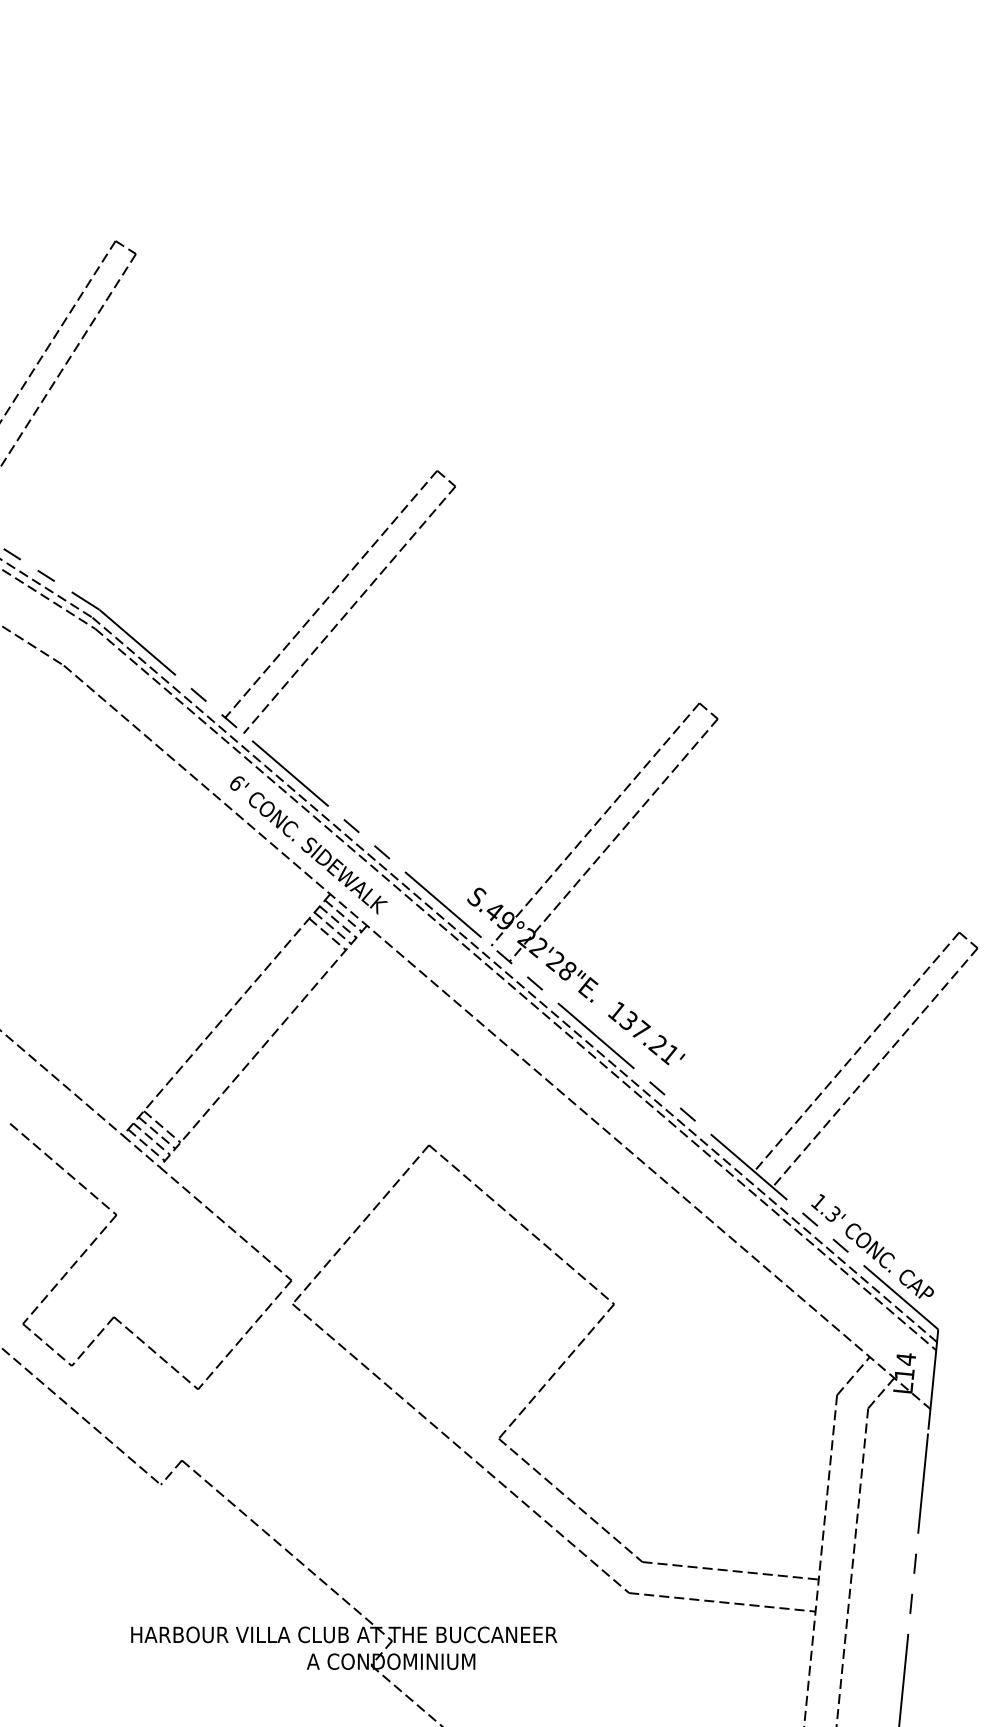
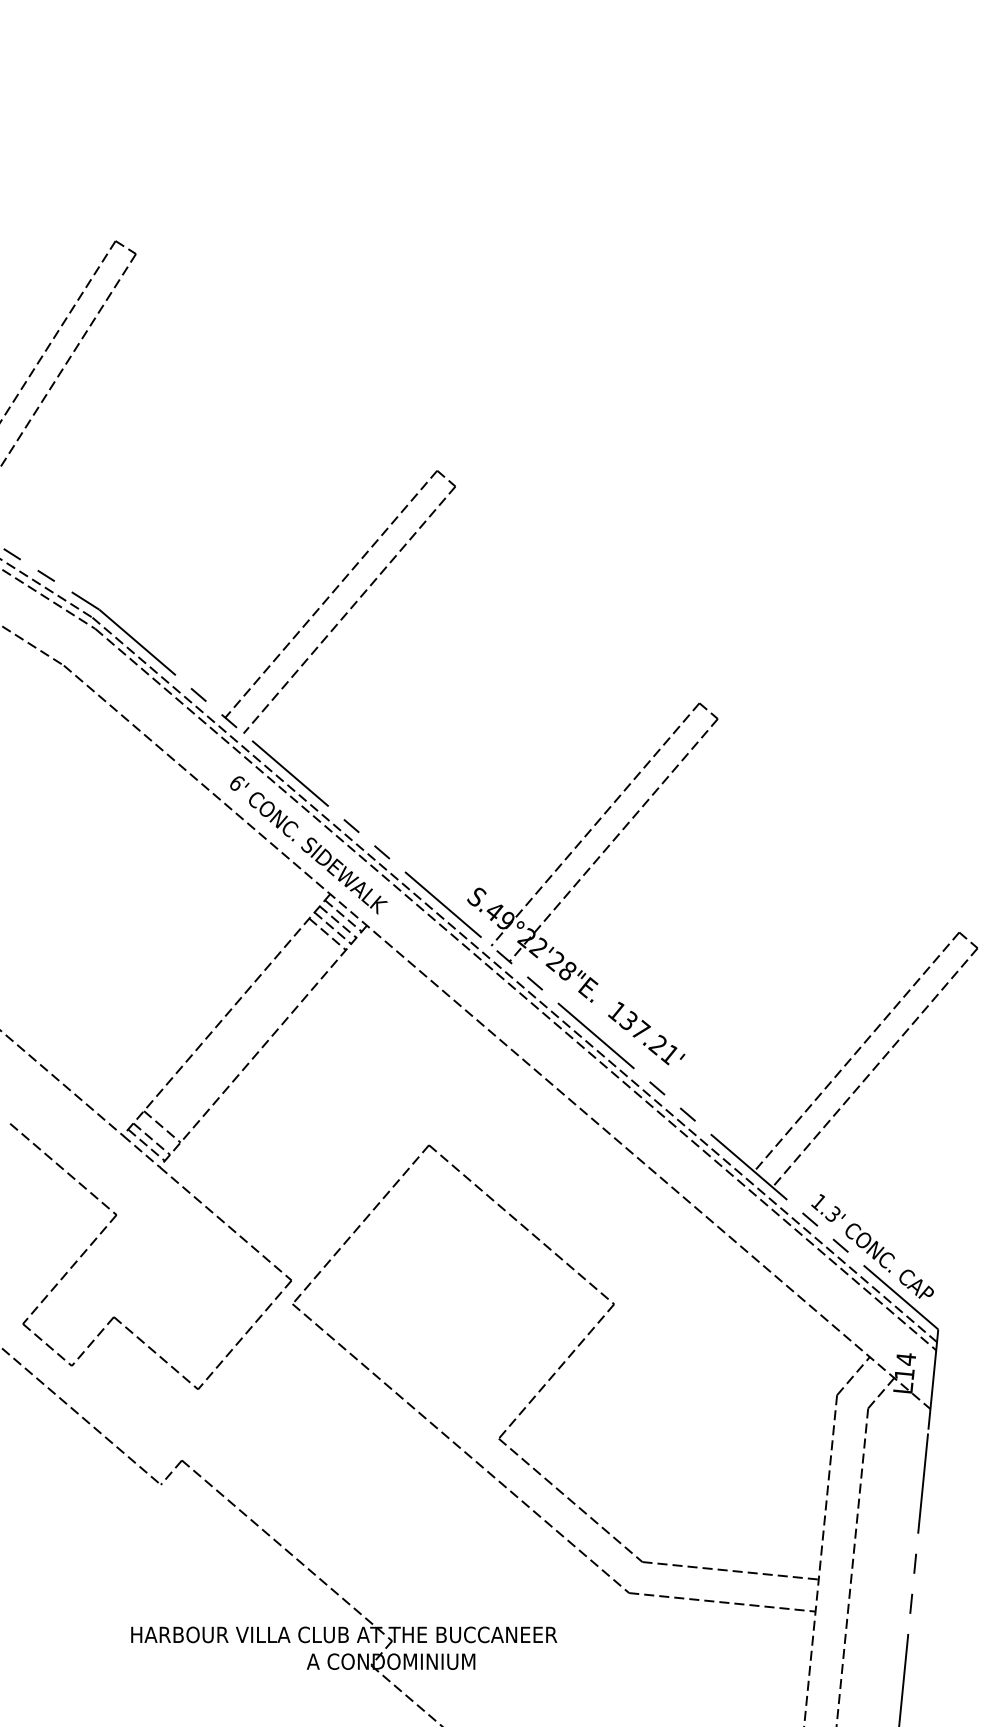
line at (156, 1132): present -> none
